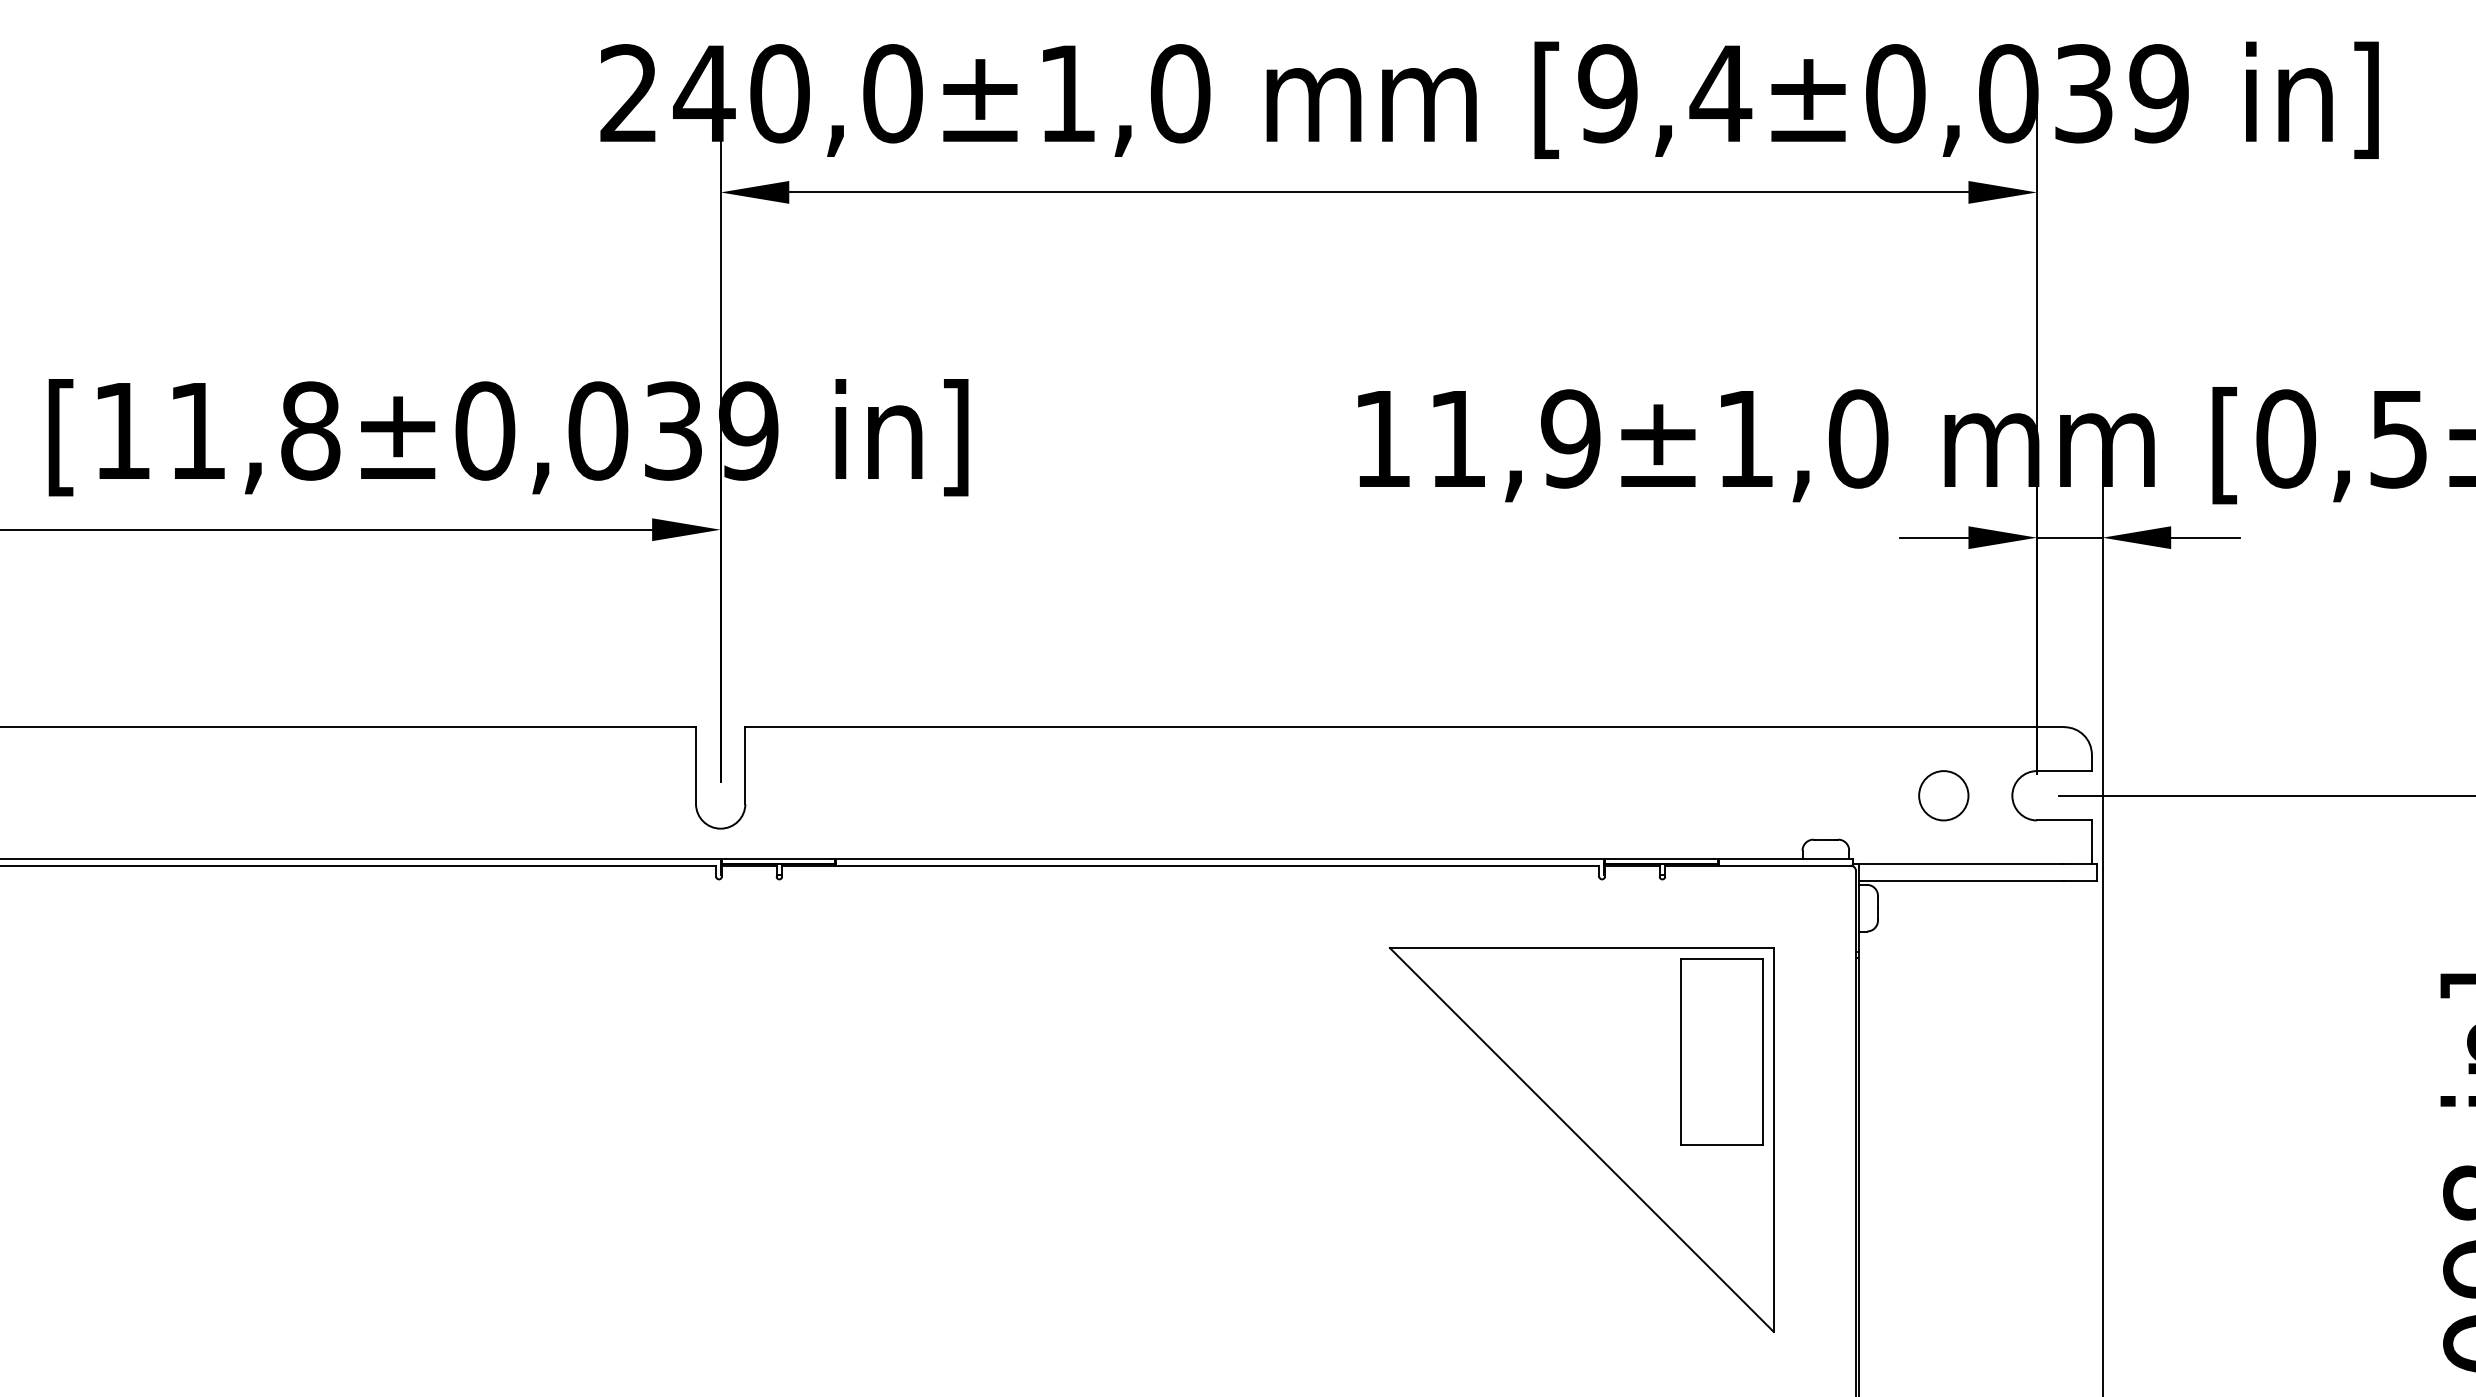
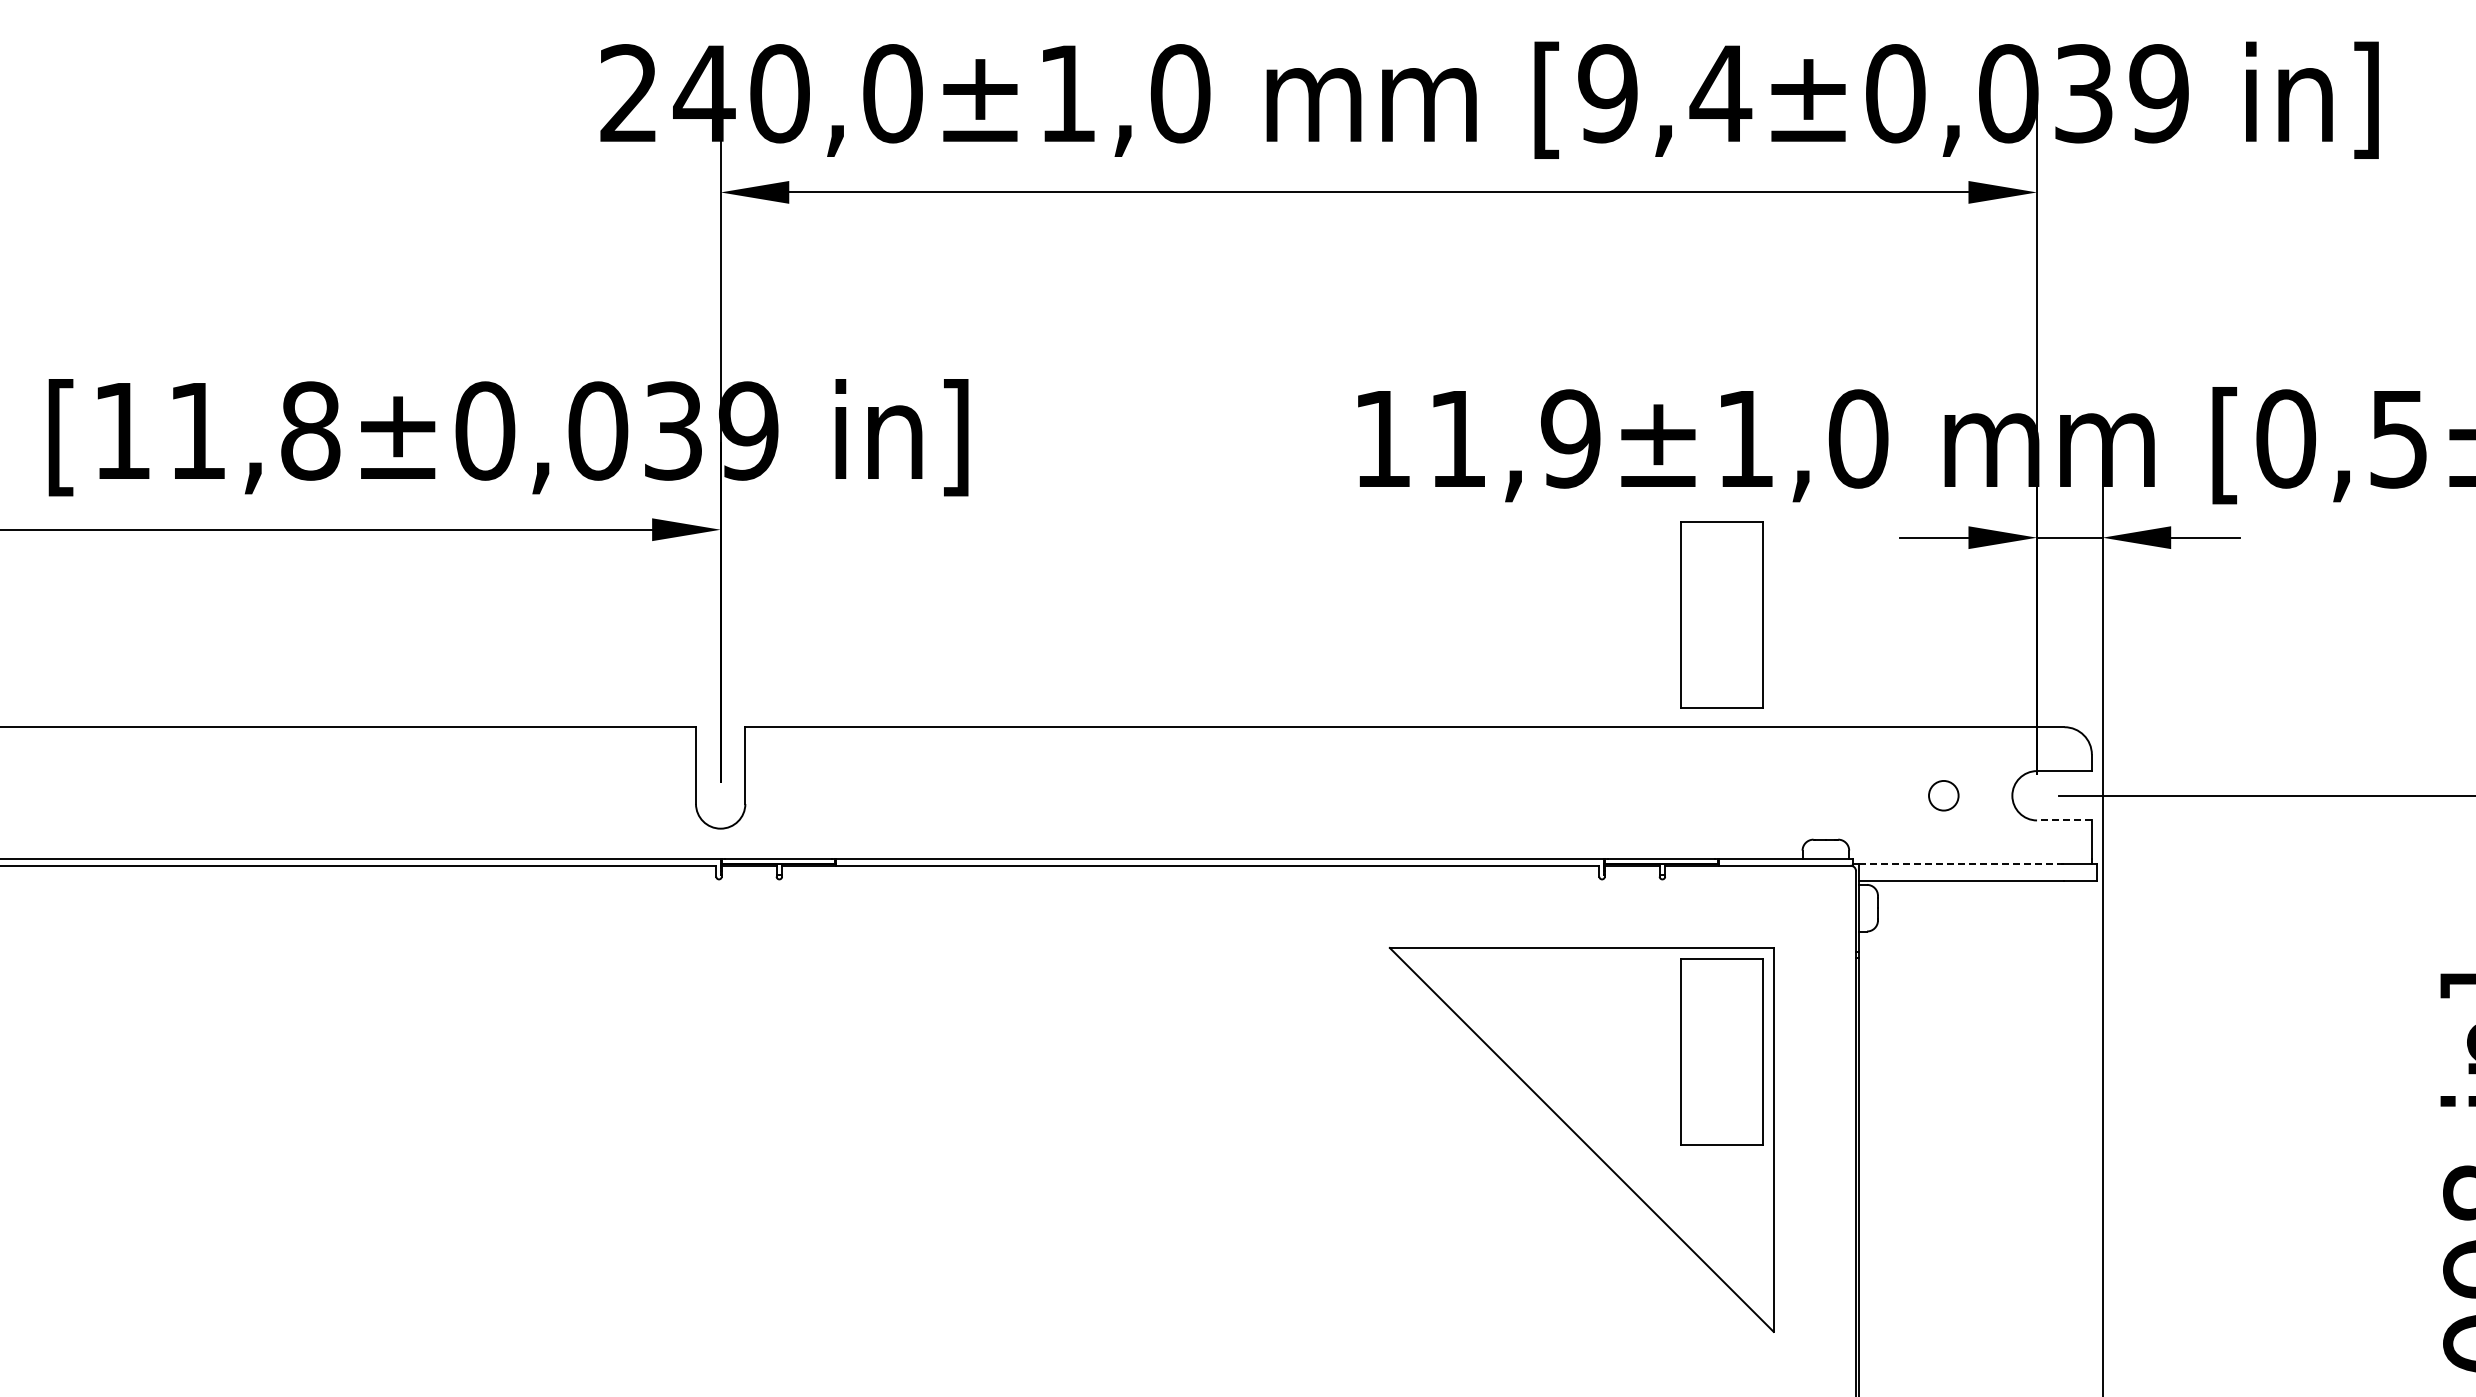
part at (1721, 614): none -> present
circle at (1943, 795) diameter: 49 px -> 30 px
line at (2063, 820): solid -> dashed
line at (1961, 864): solid -> dashed
